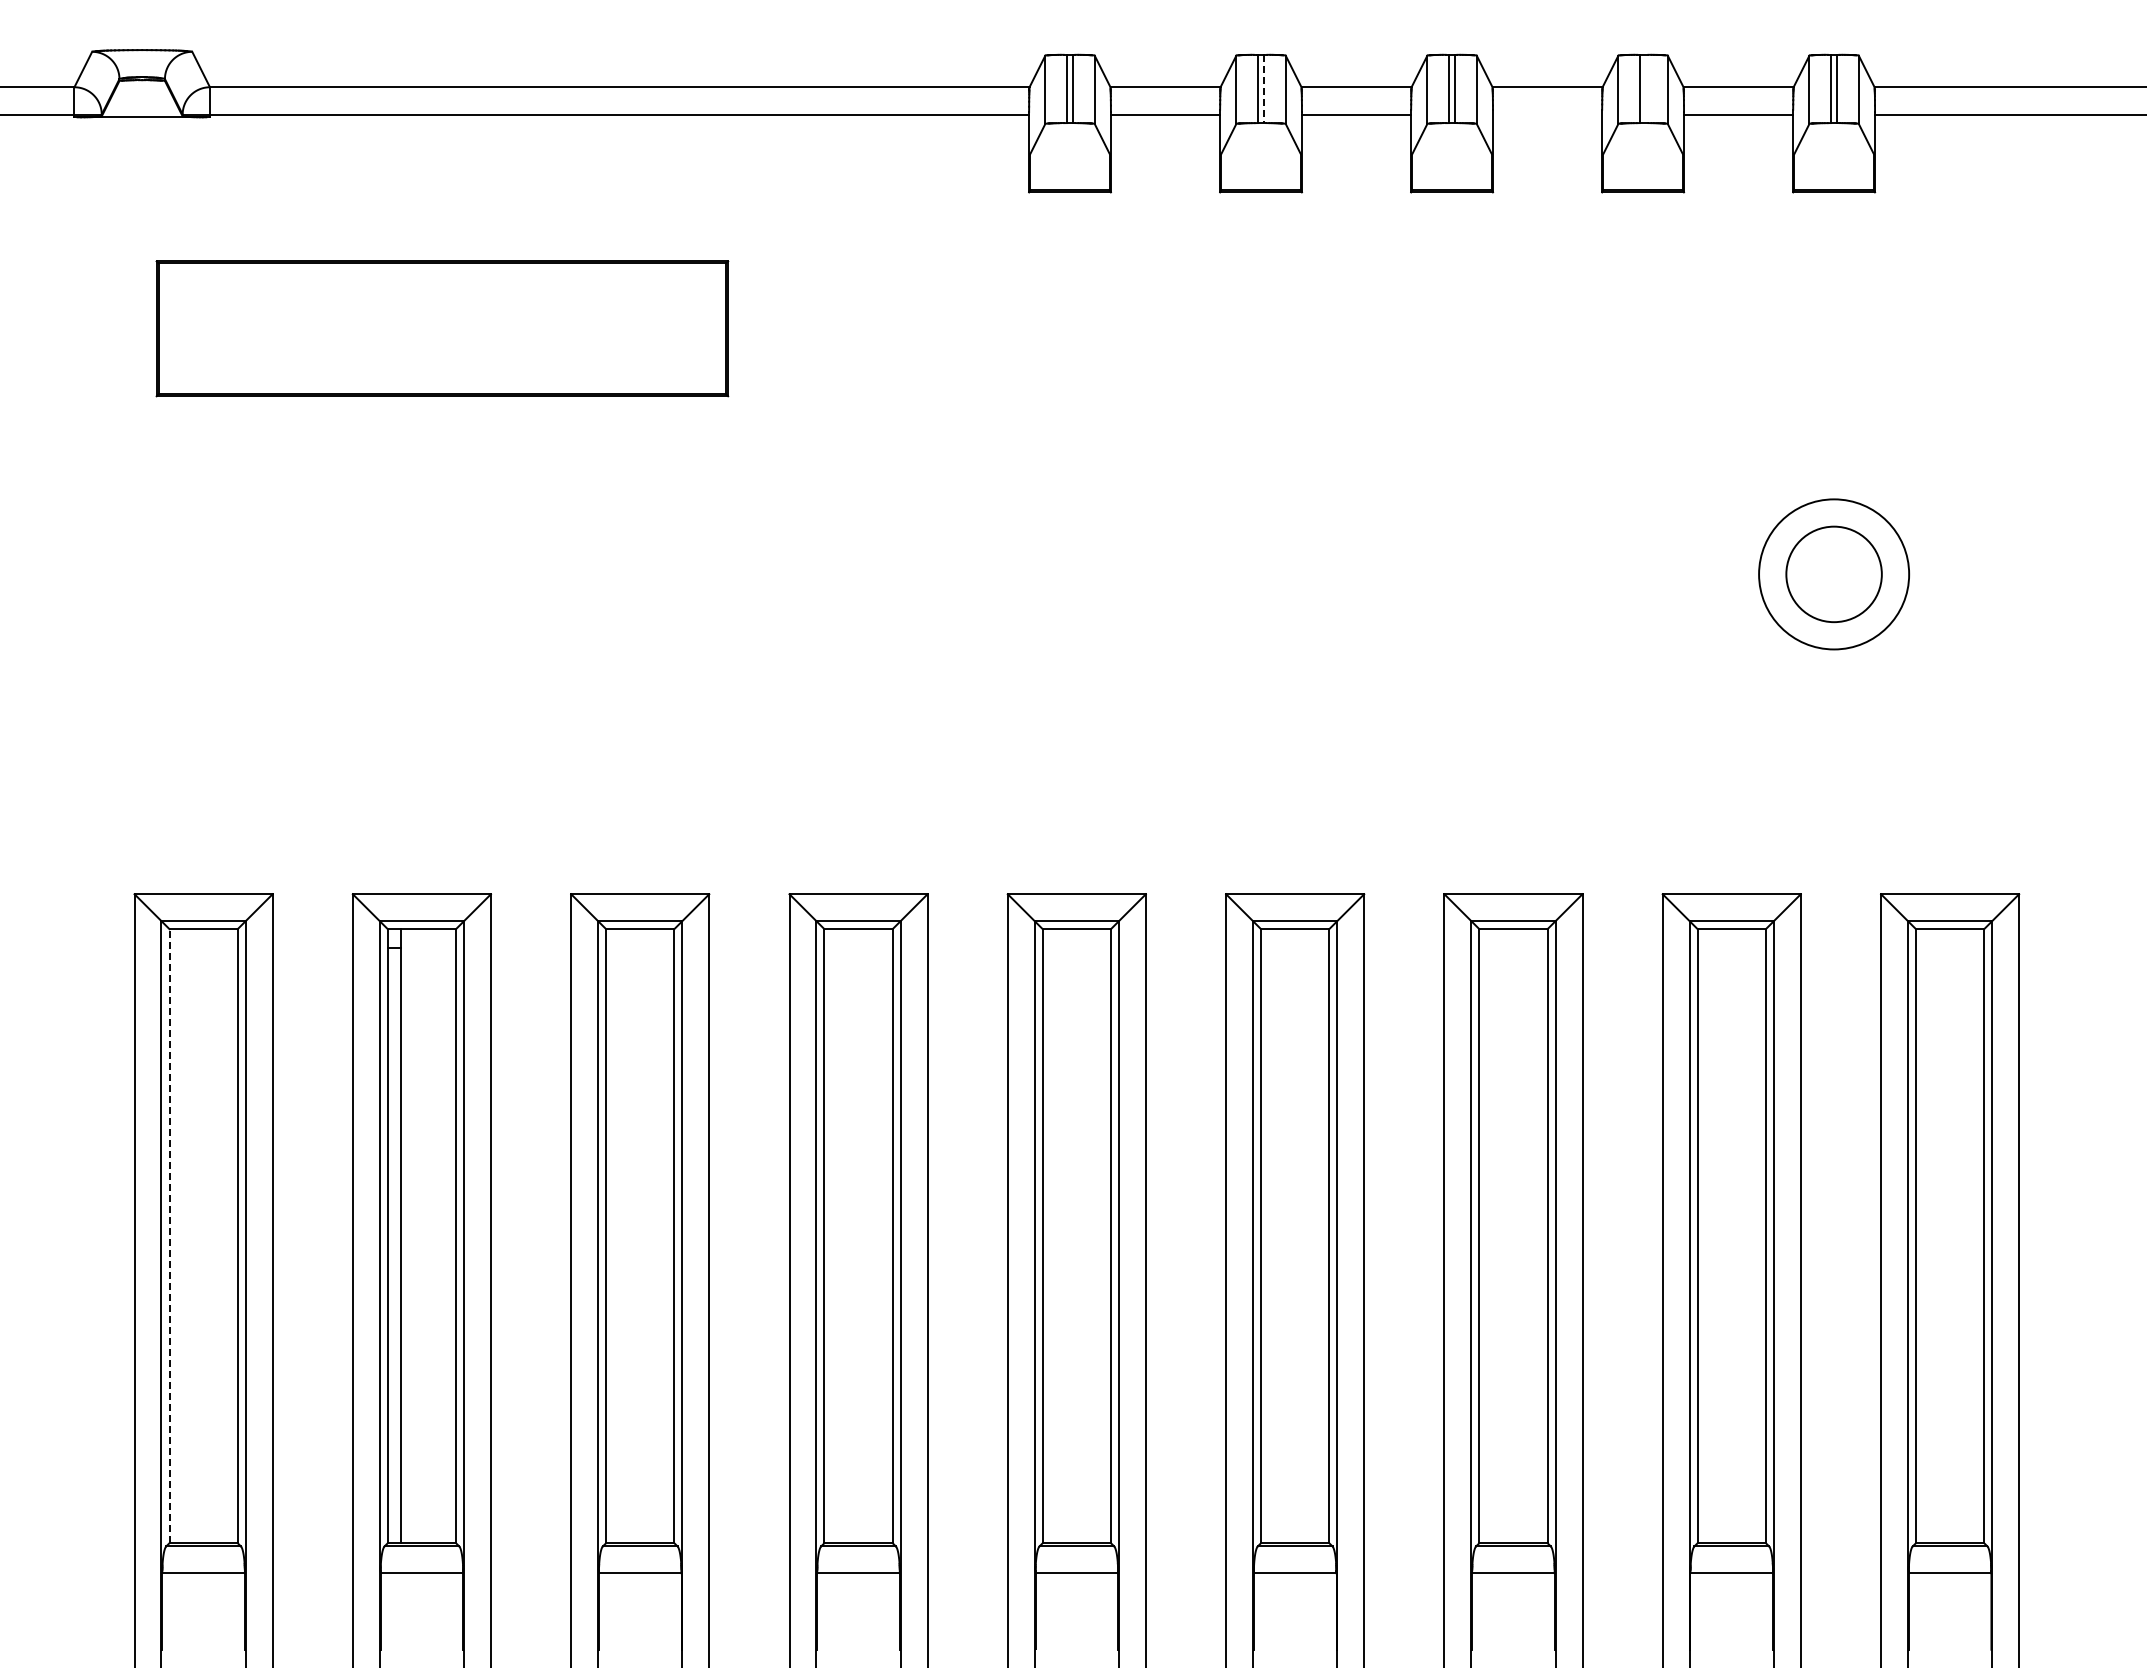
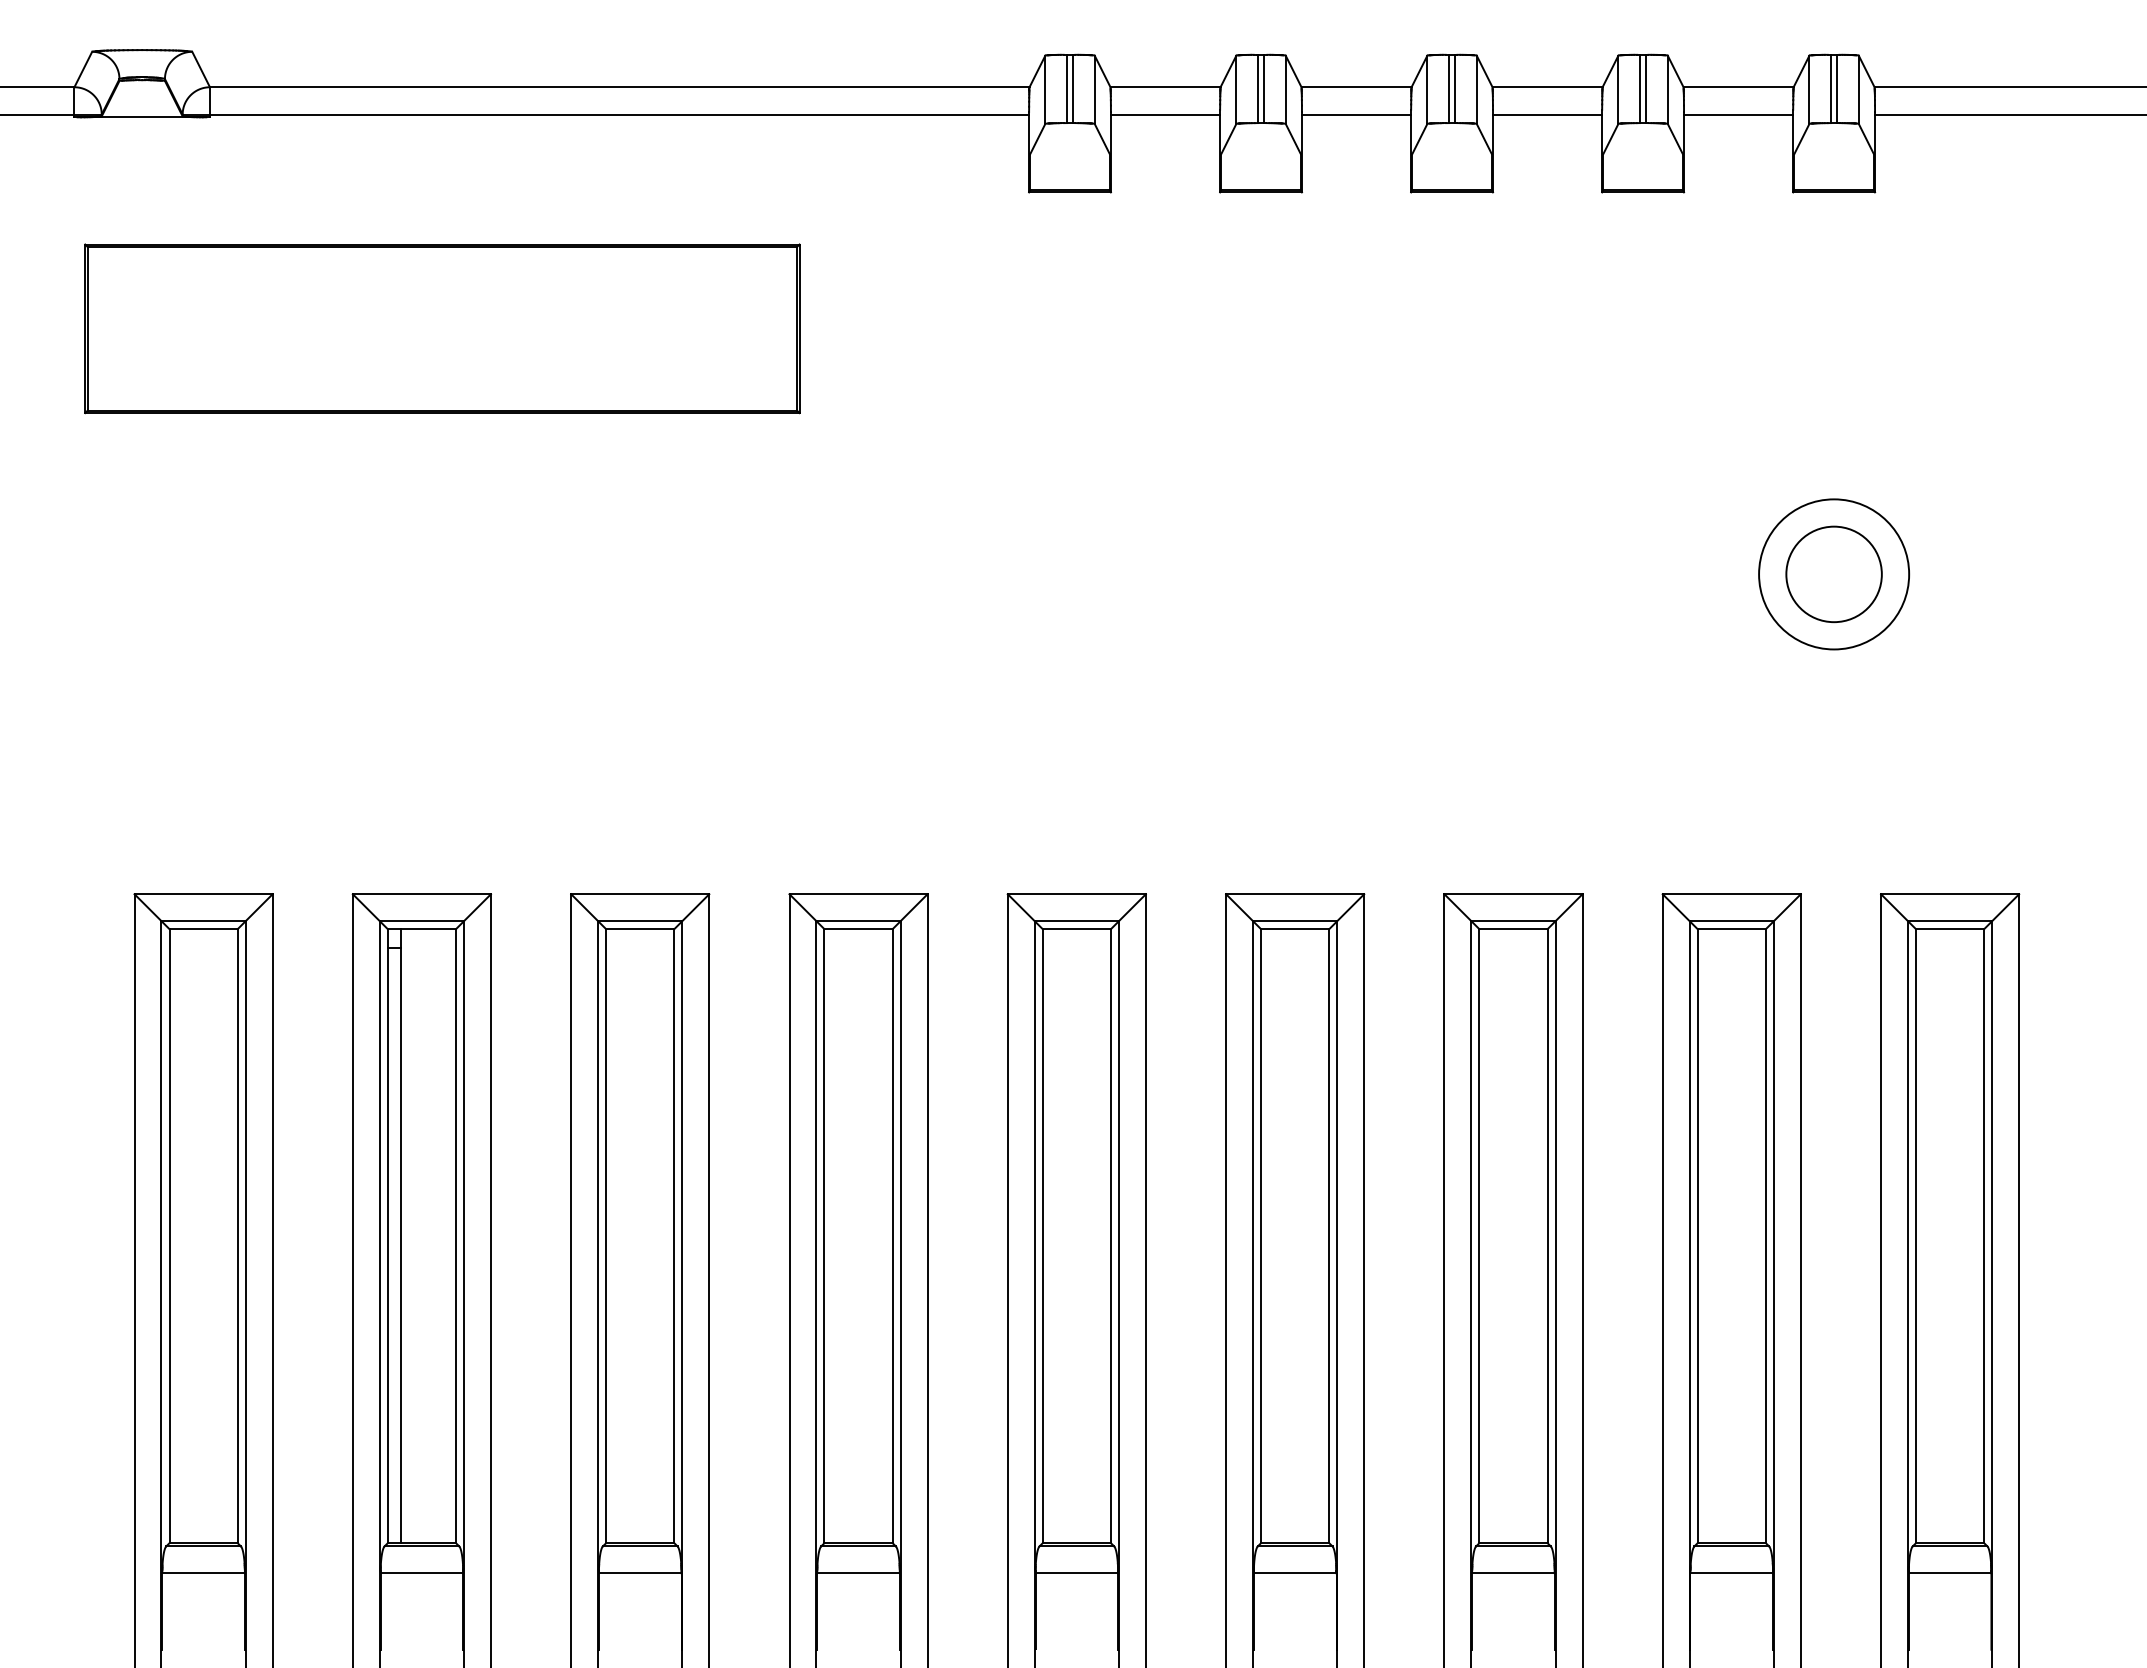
line at (1645, 88): none -> present
line at (1263, 89): dashed -> solid
line at (1547, 114): none -> present
part at (442, 328) size: 575x138 px -> 717x172 px
line at (169, 1236): dashed -> solid
